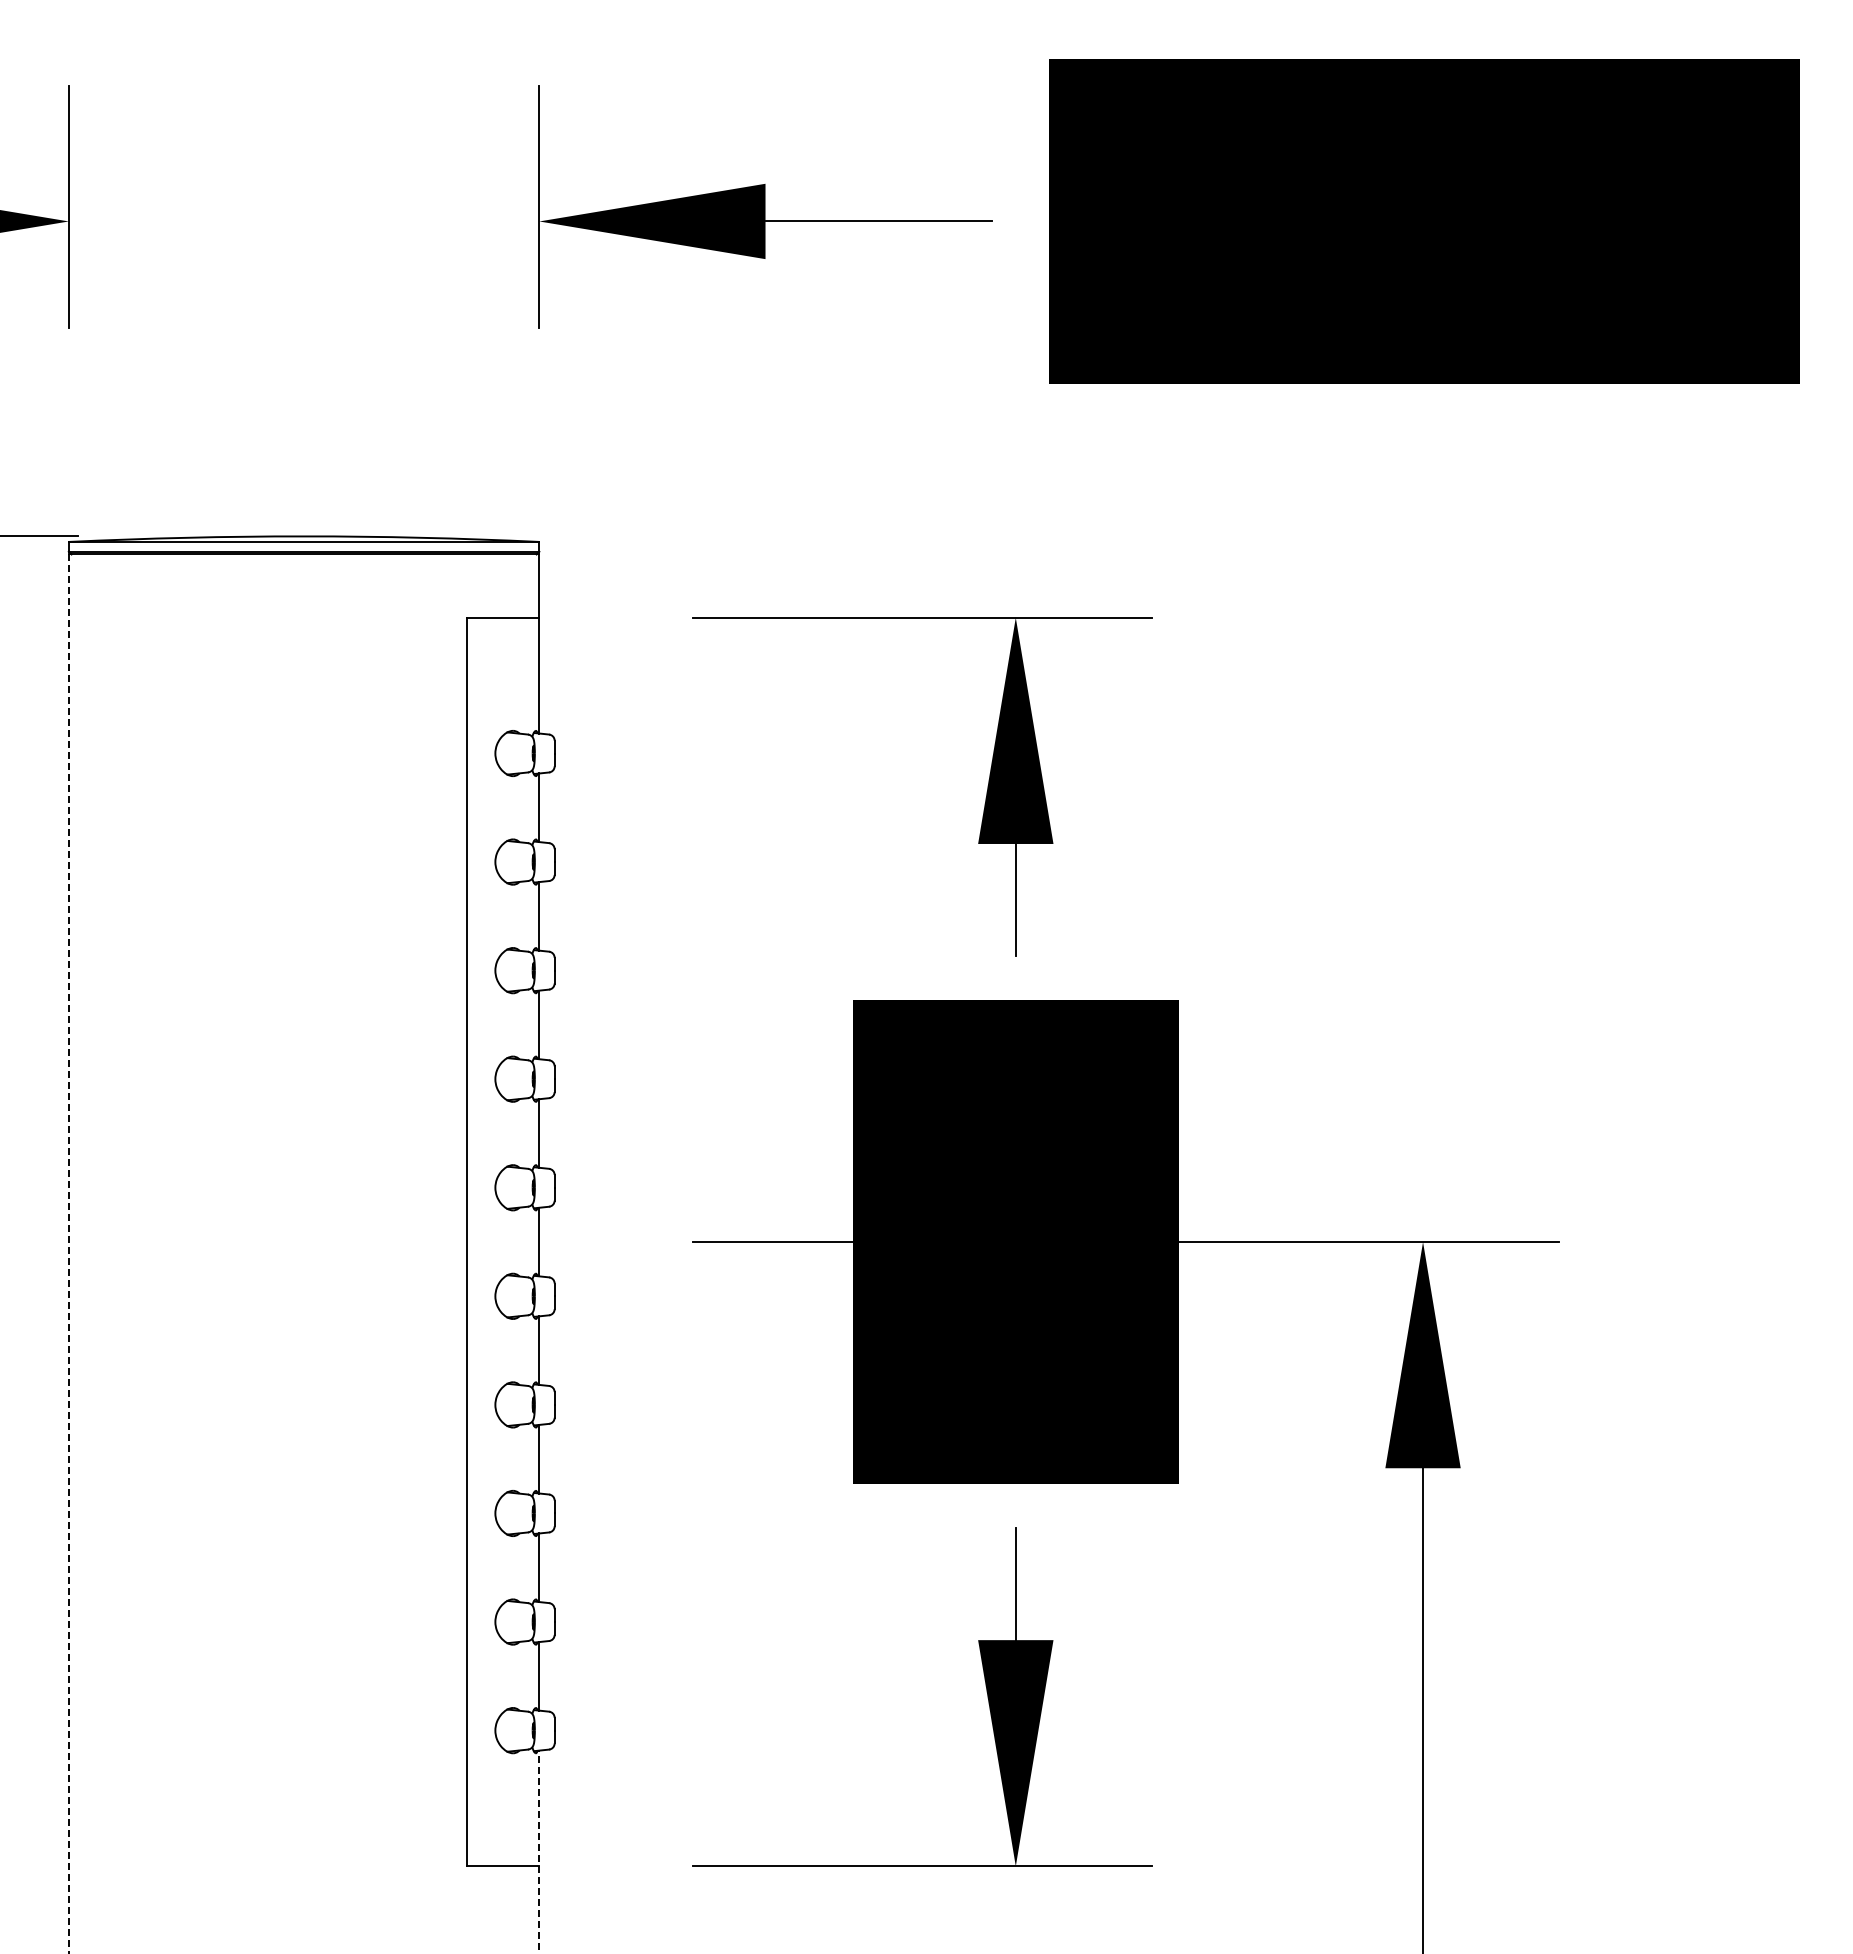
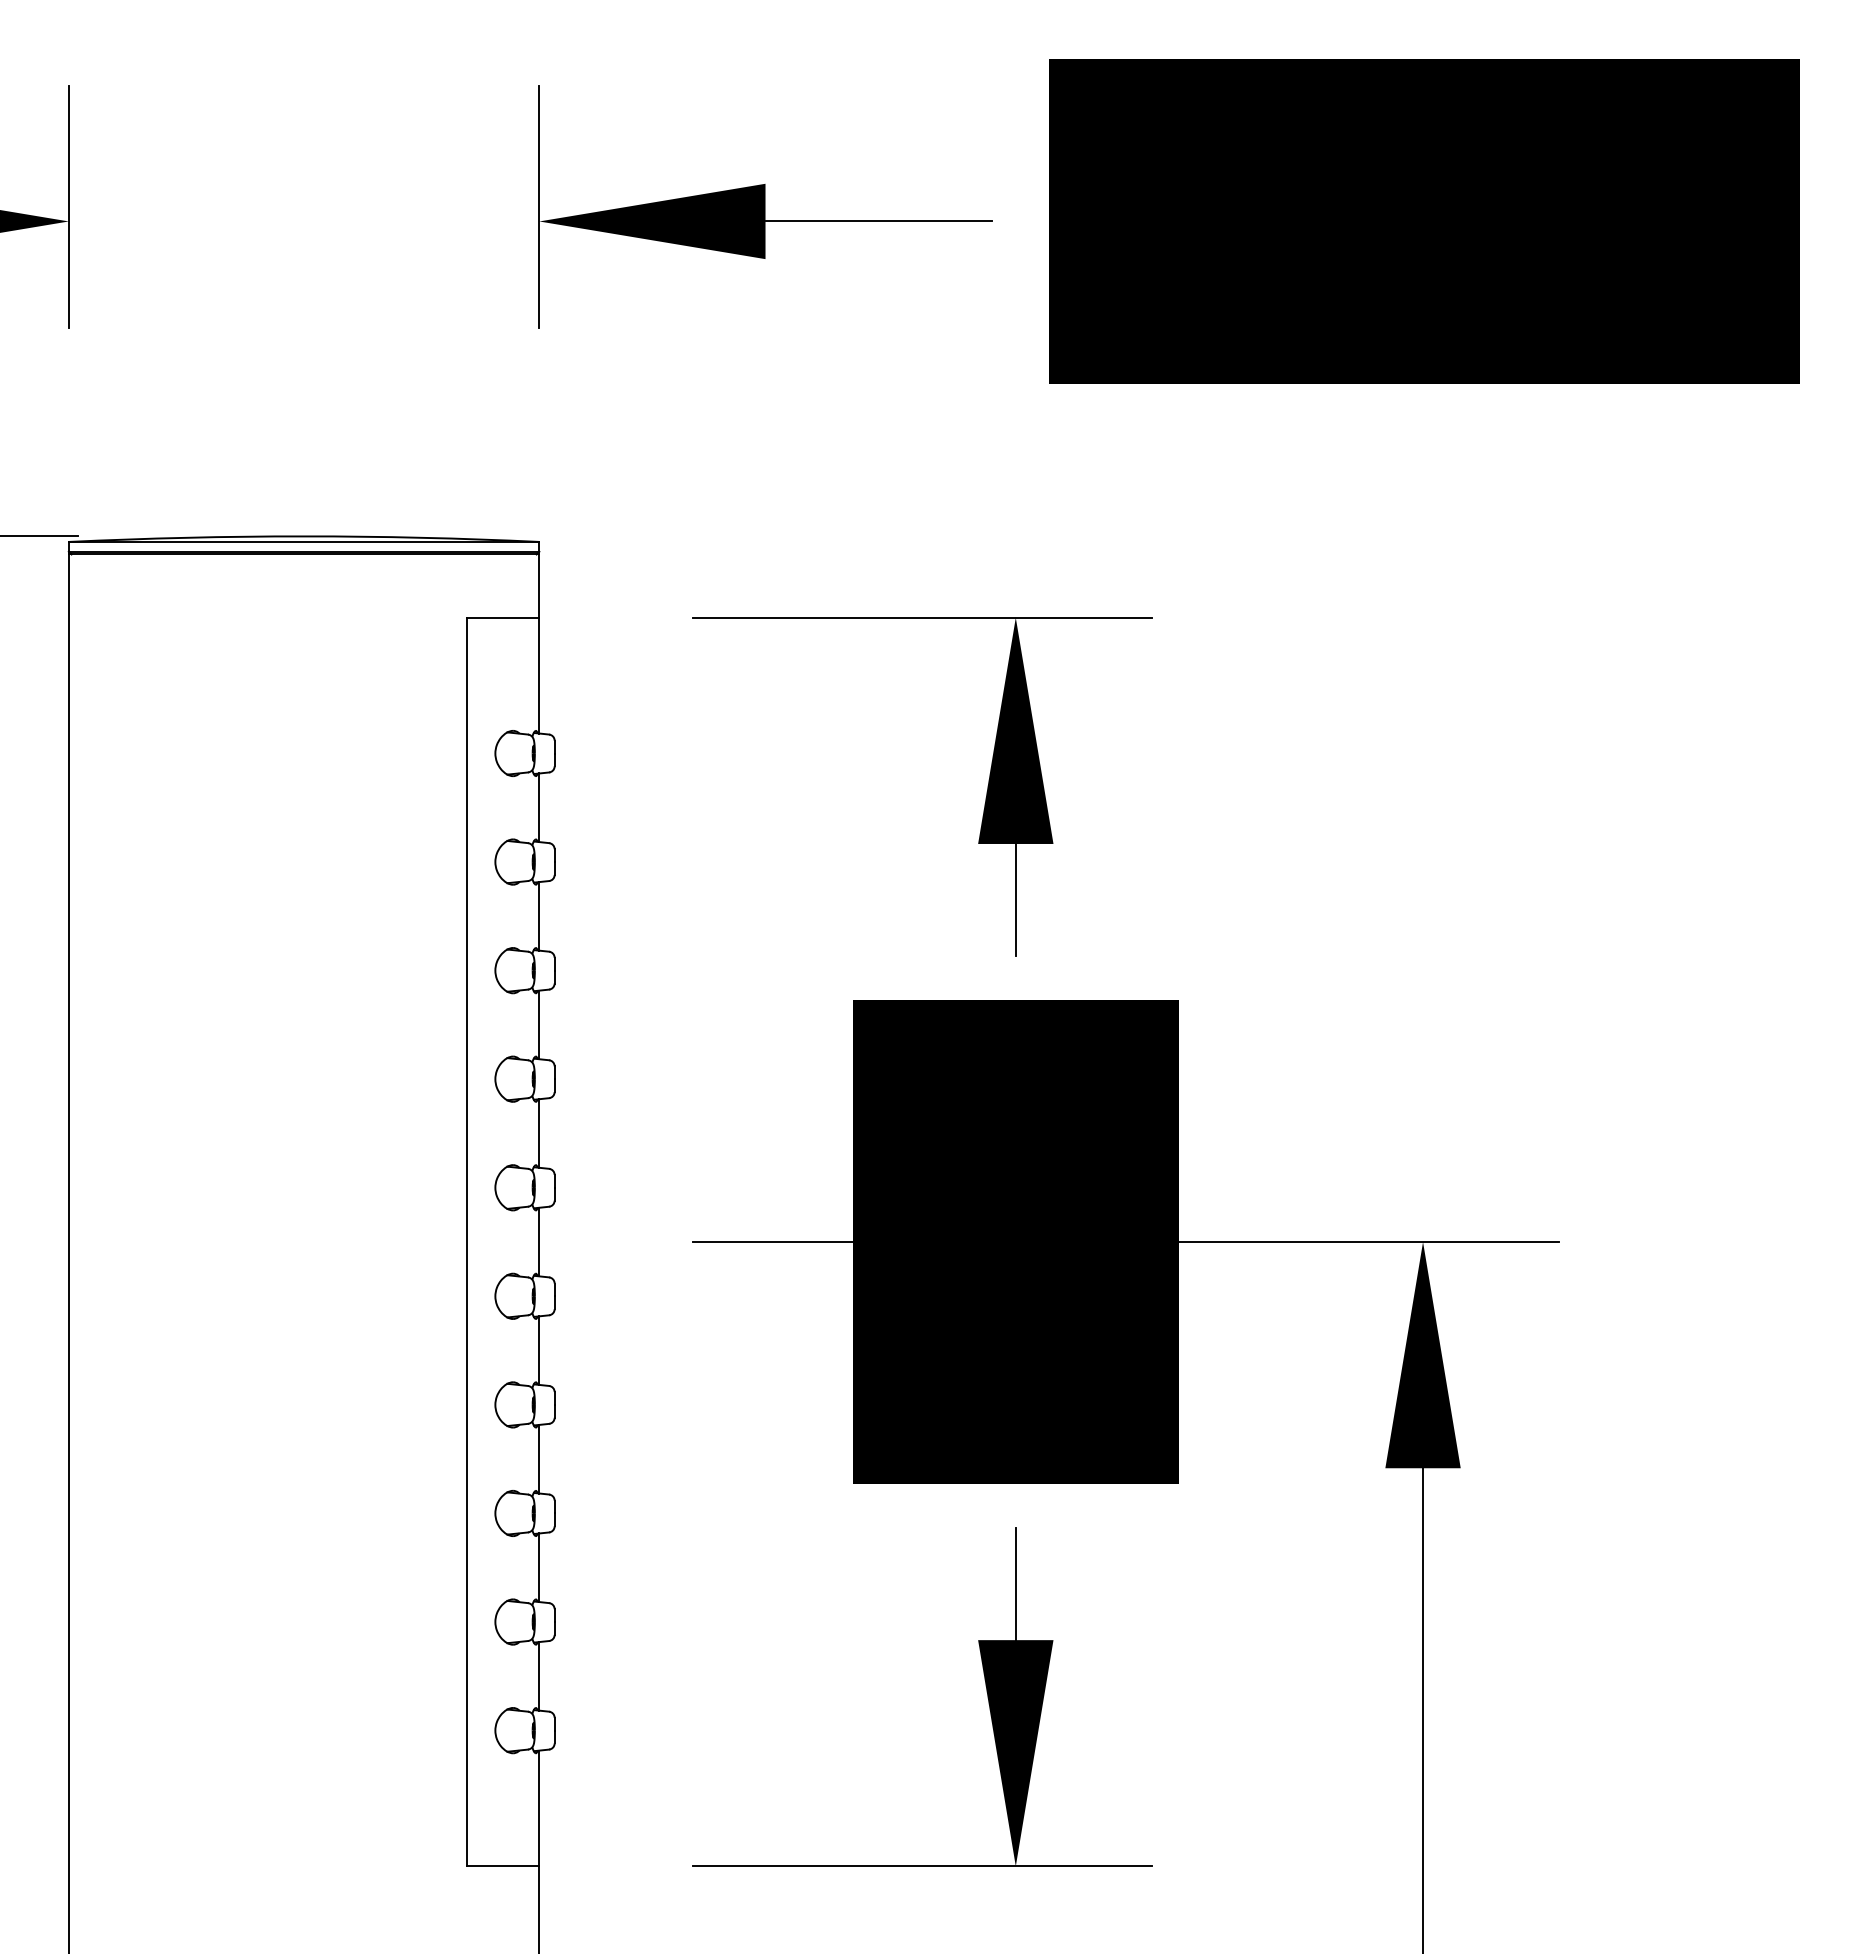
line at (68, 1254): dashed -> solid
line at (539, 1851): dashed -> solid
